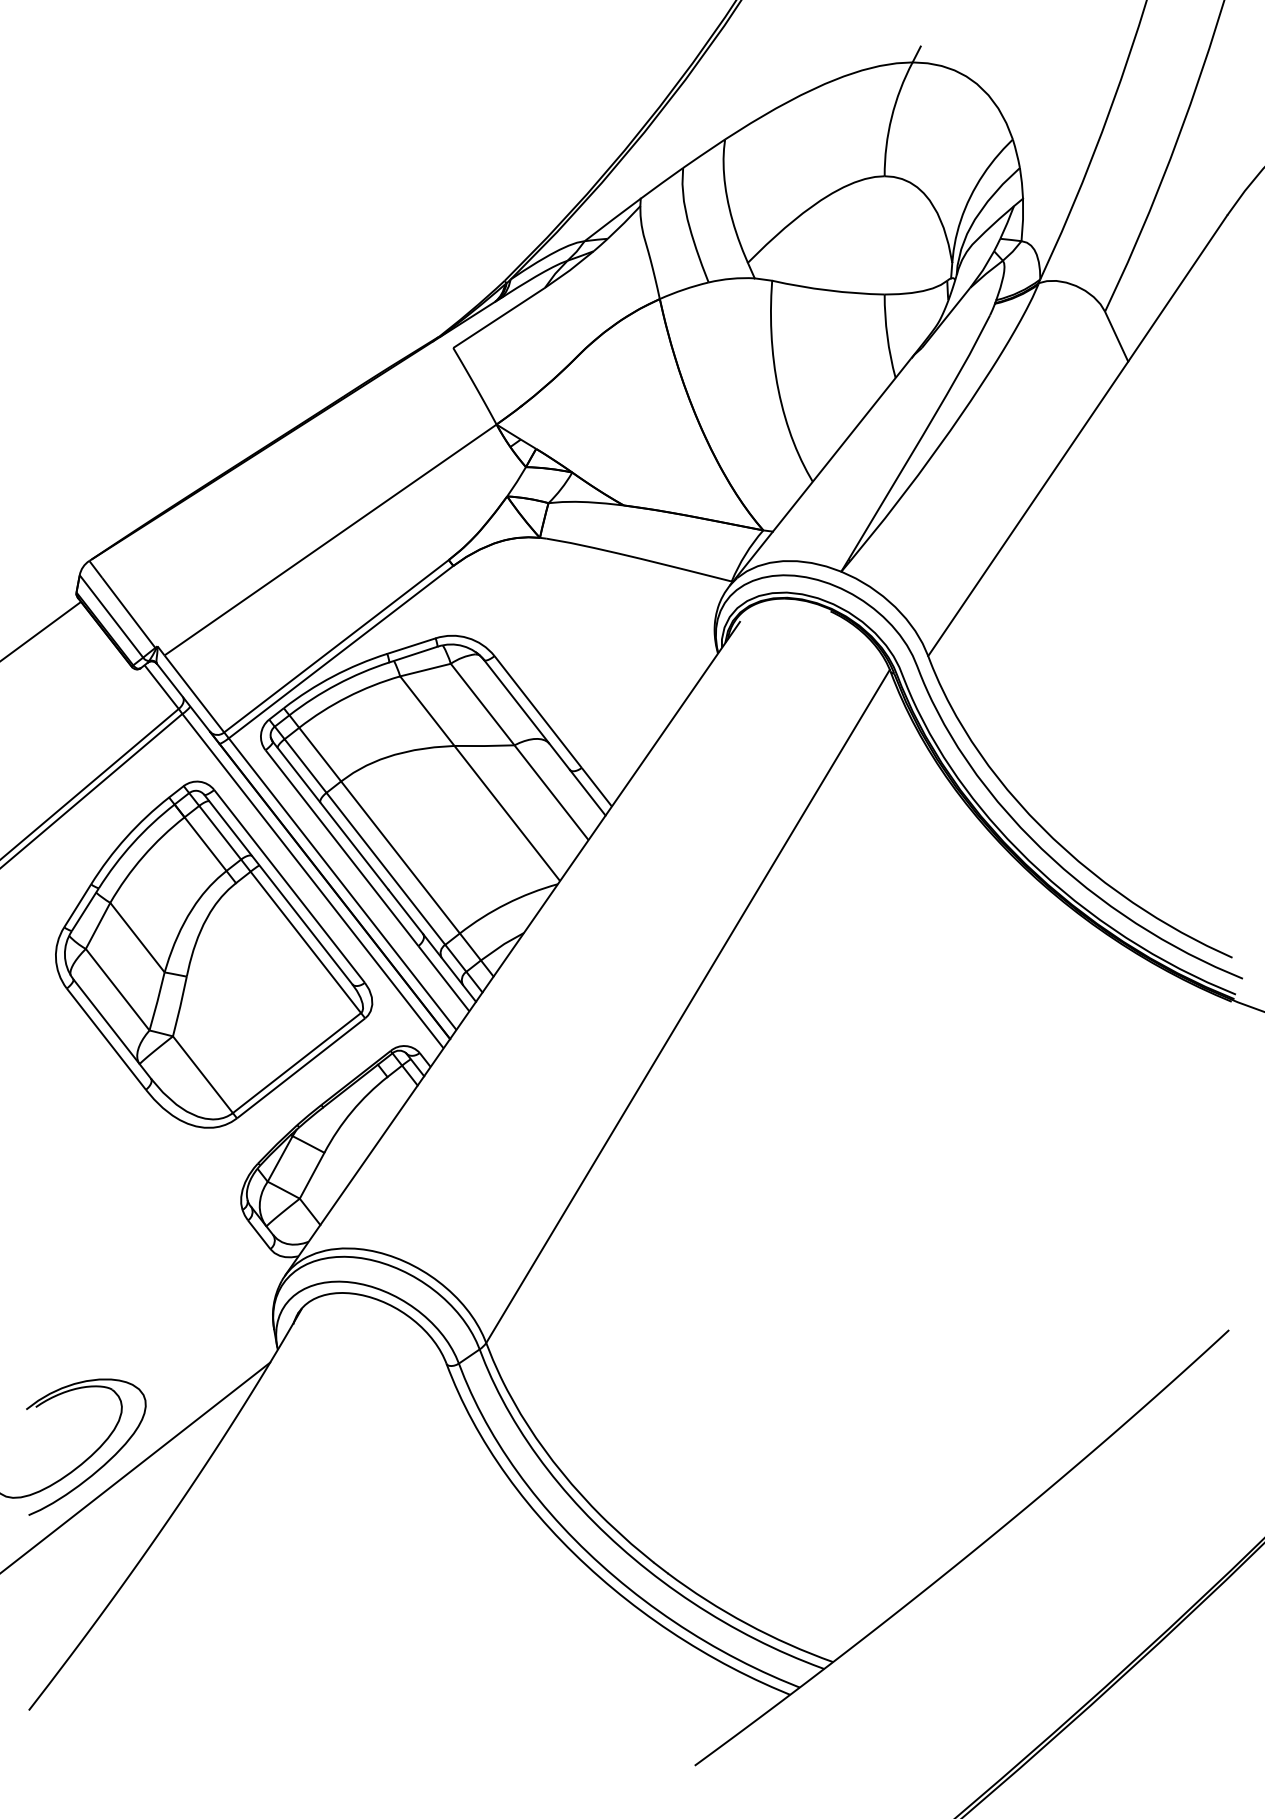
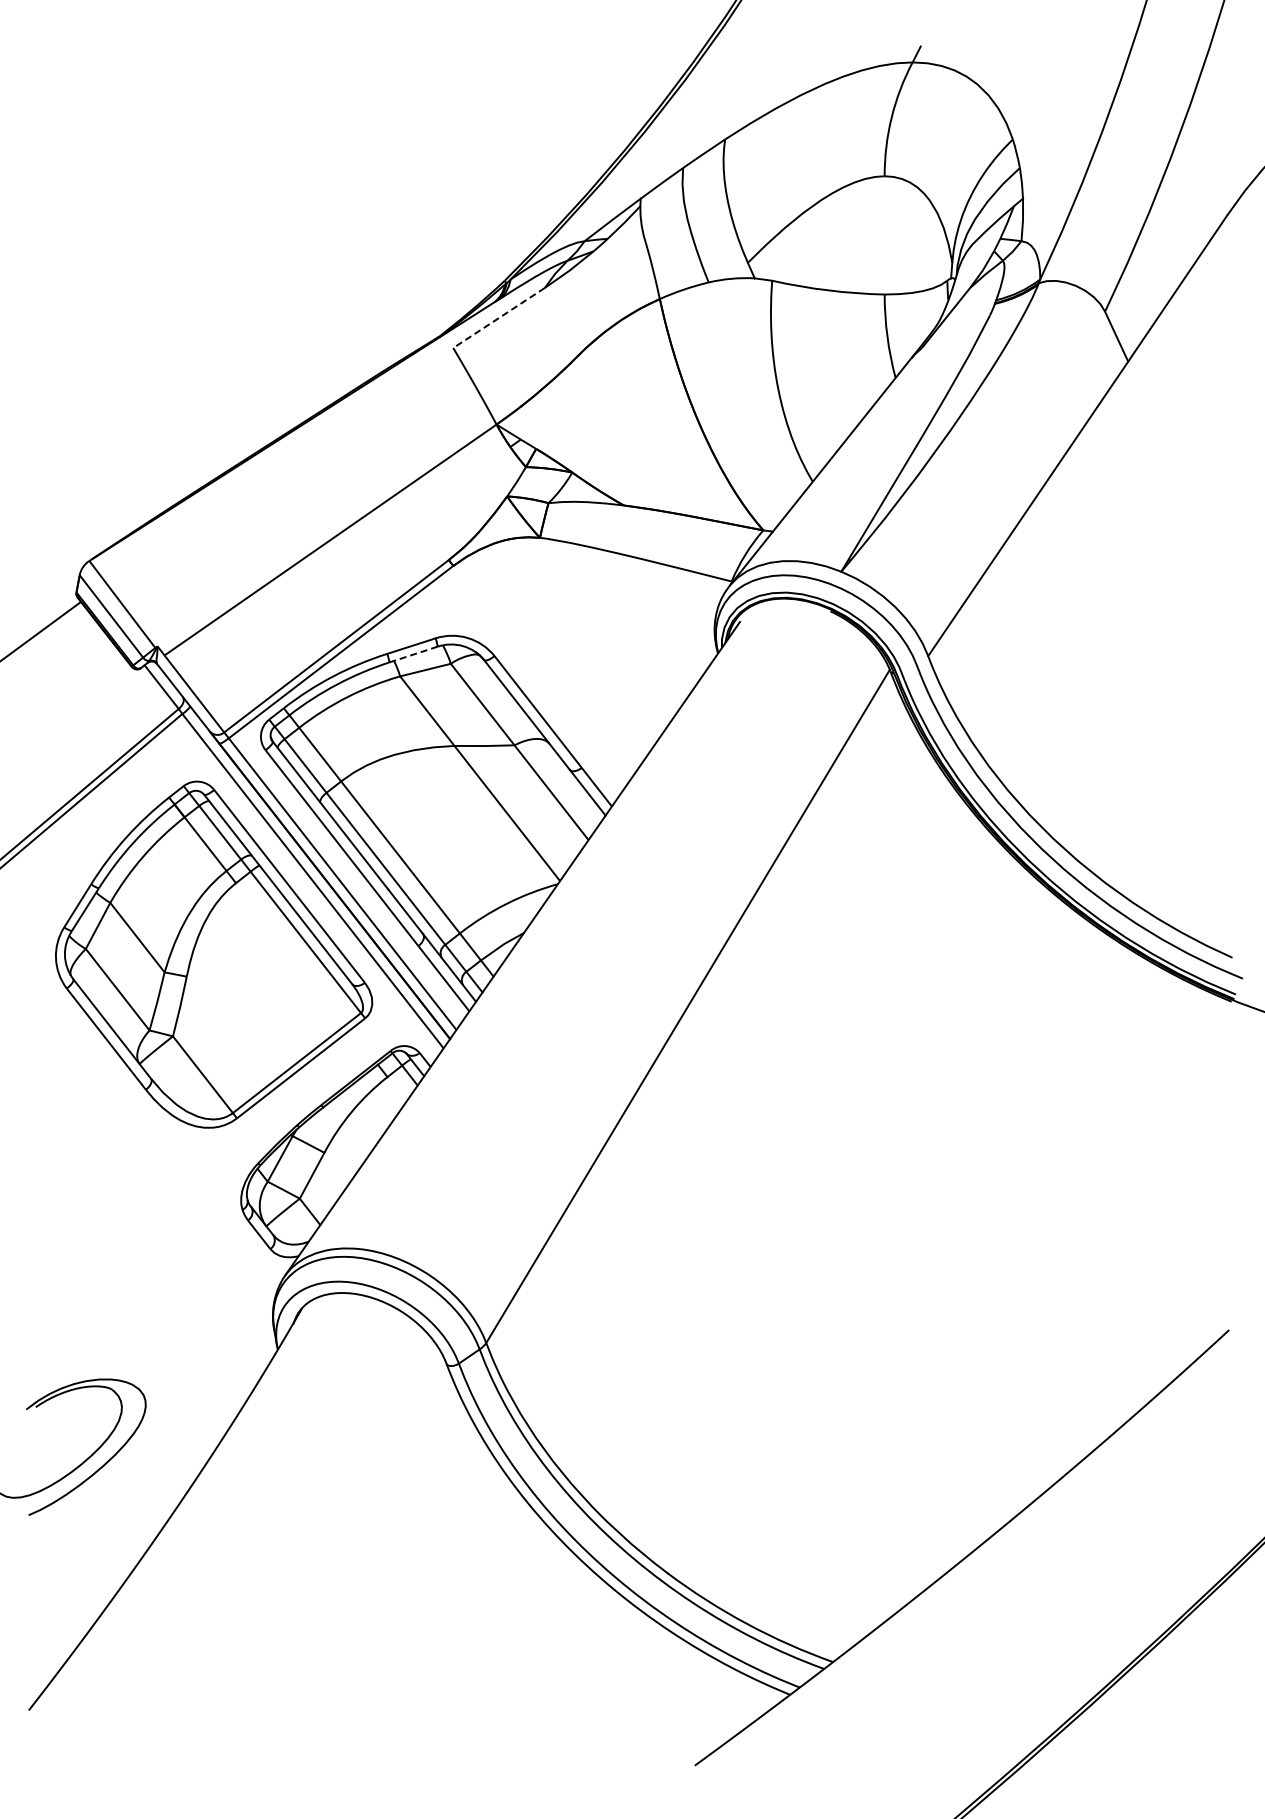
line at (499, 318): solid -> dashed
line at (413, 654): solid -> dashed
line at (136, 1467): present -> none
